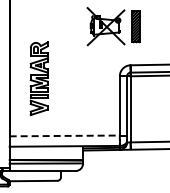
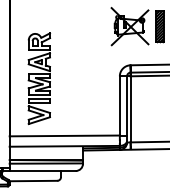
part at (113, 26) position: (113, 26) -> (137, 26)
part at (38, 78) size: 20x76 px -> 24x94 px
line at (65, 135): dashed -> solid
